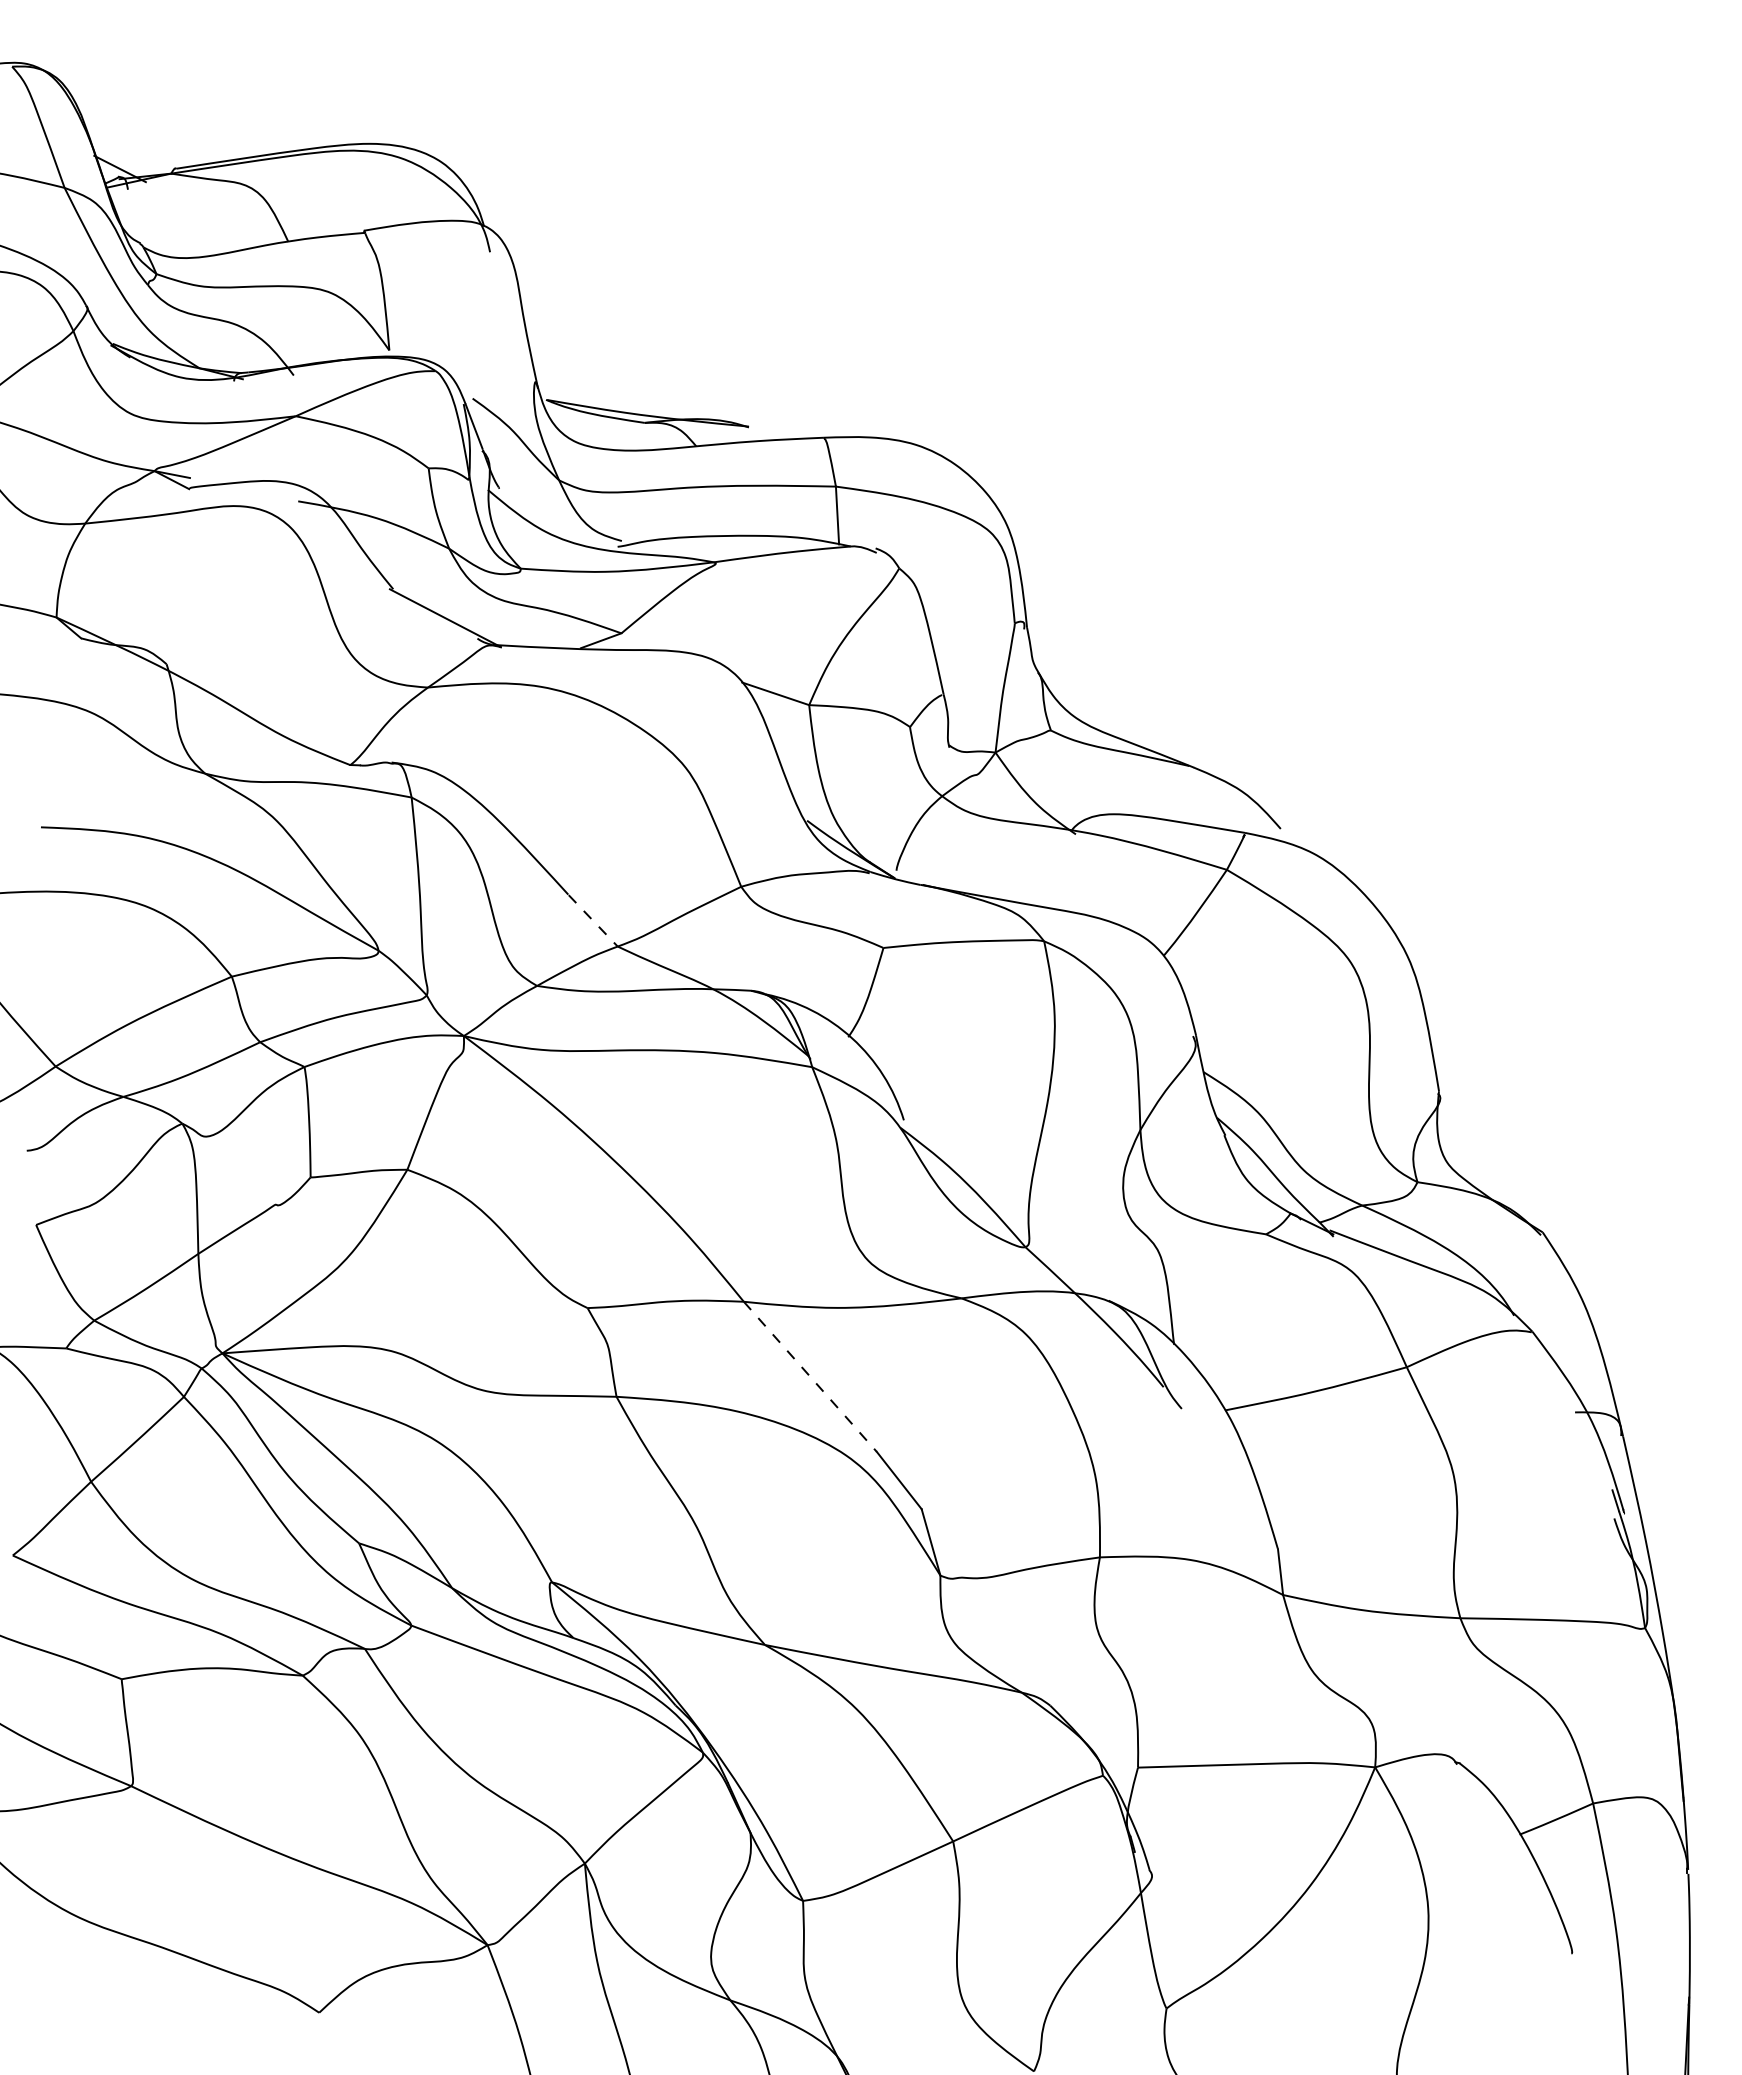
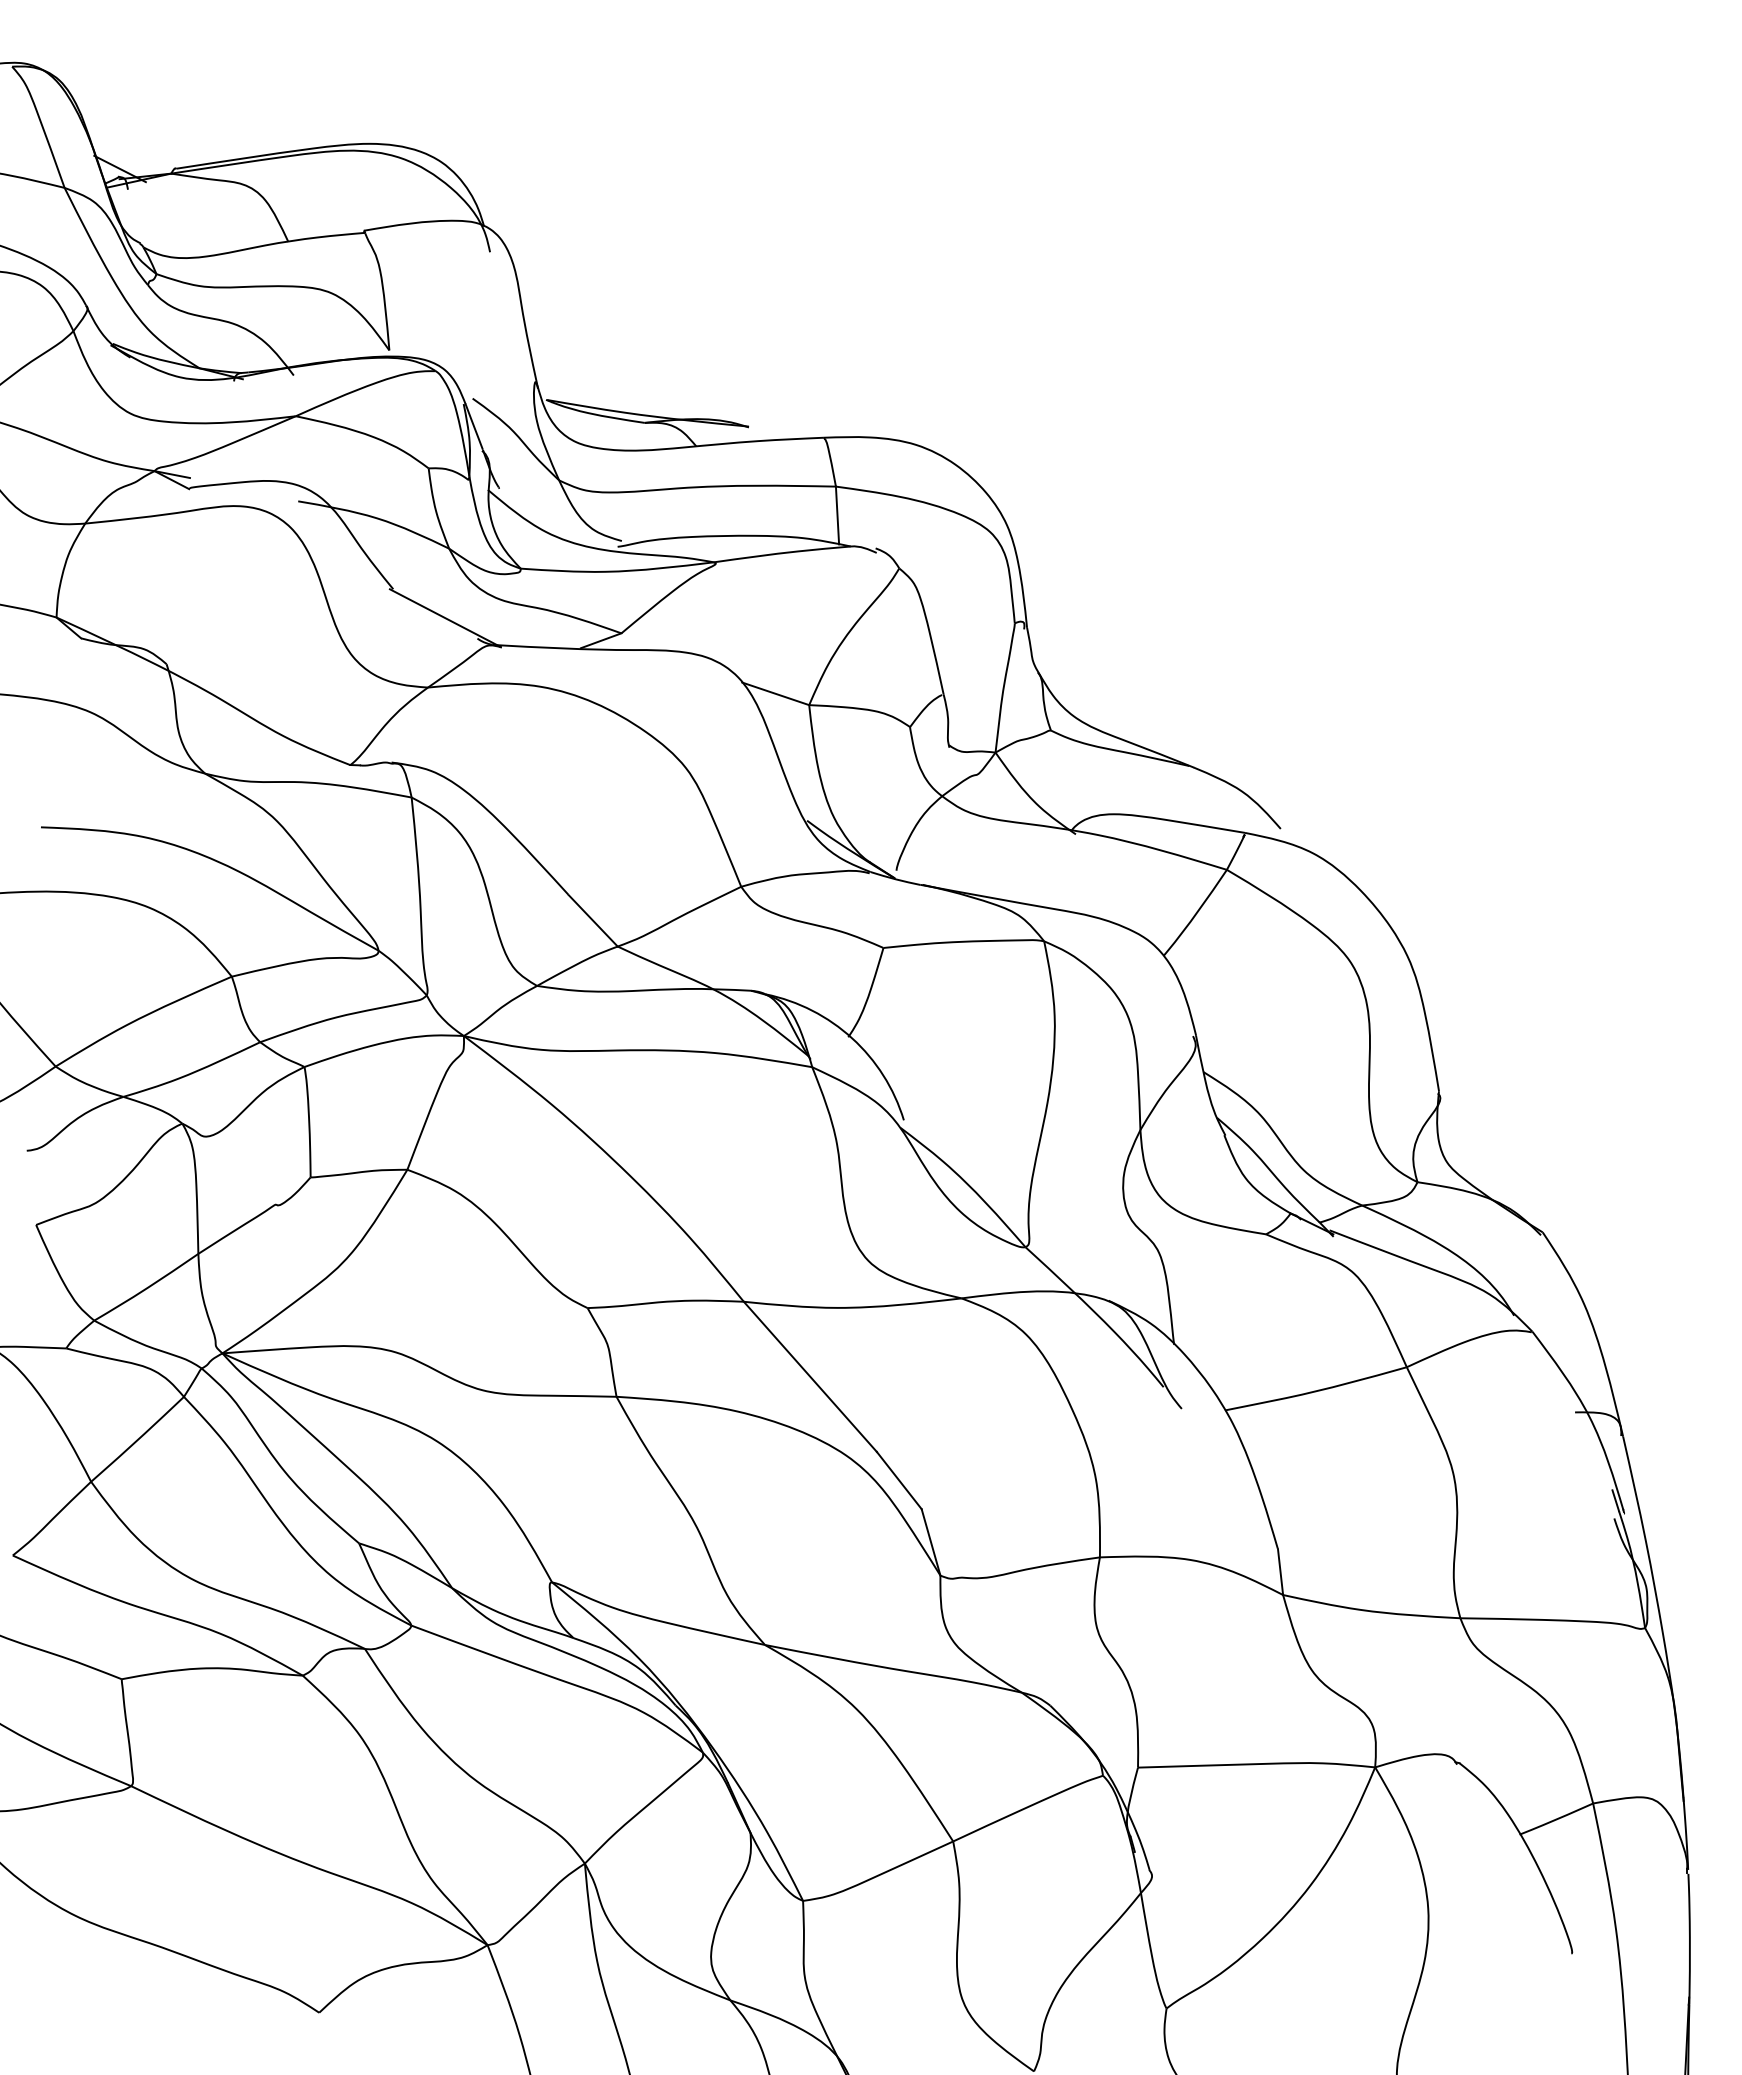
line at (593, 921): dashed -> solid
line at (810, 1377): dashed -> solid
